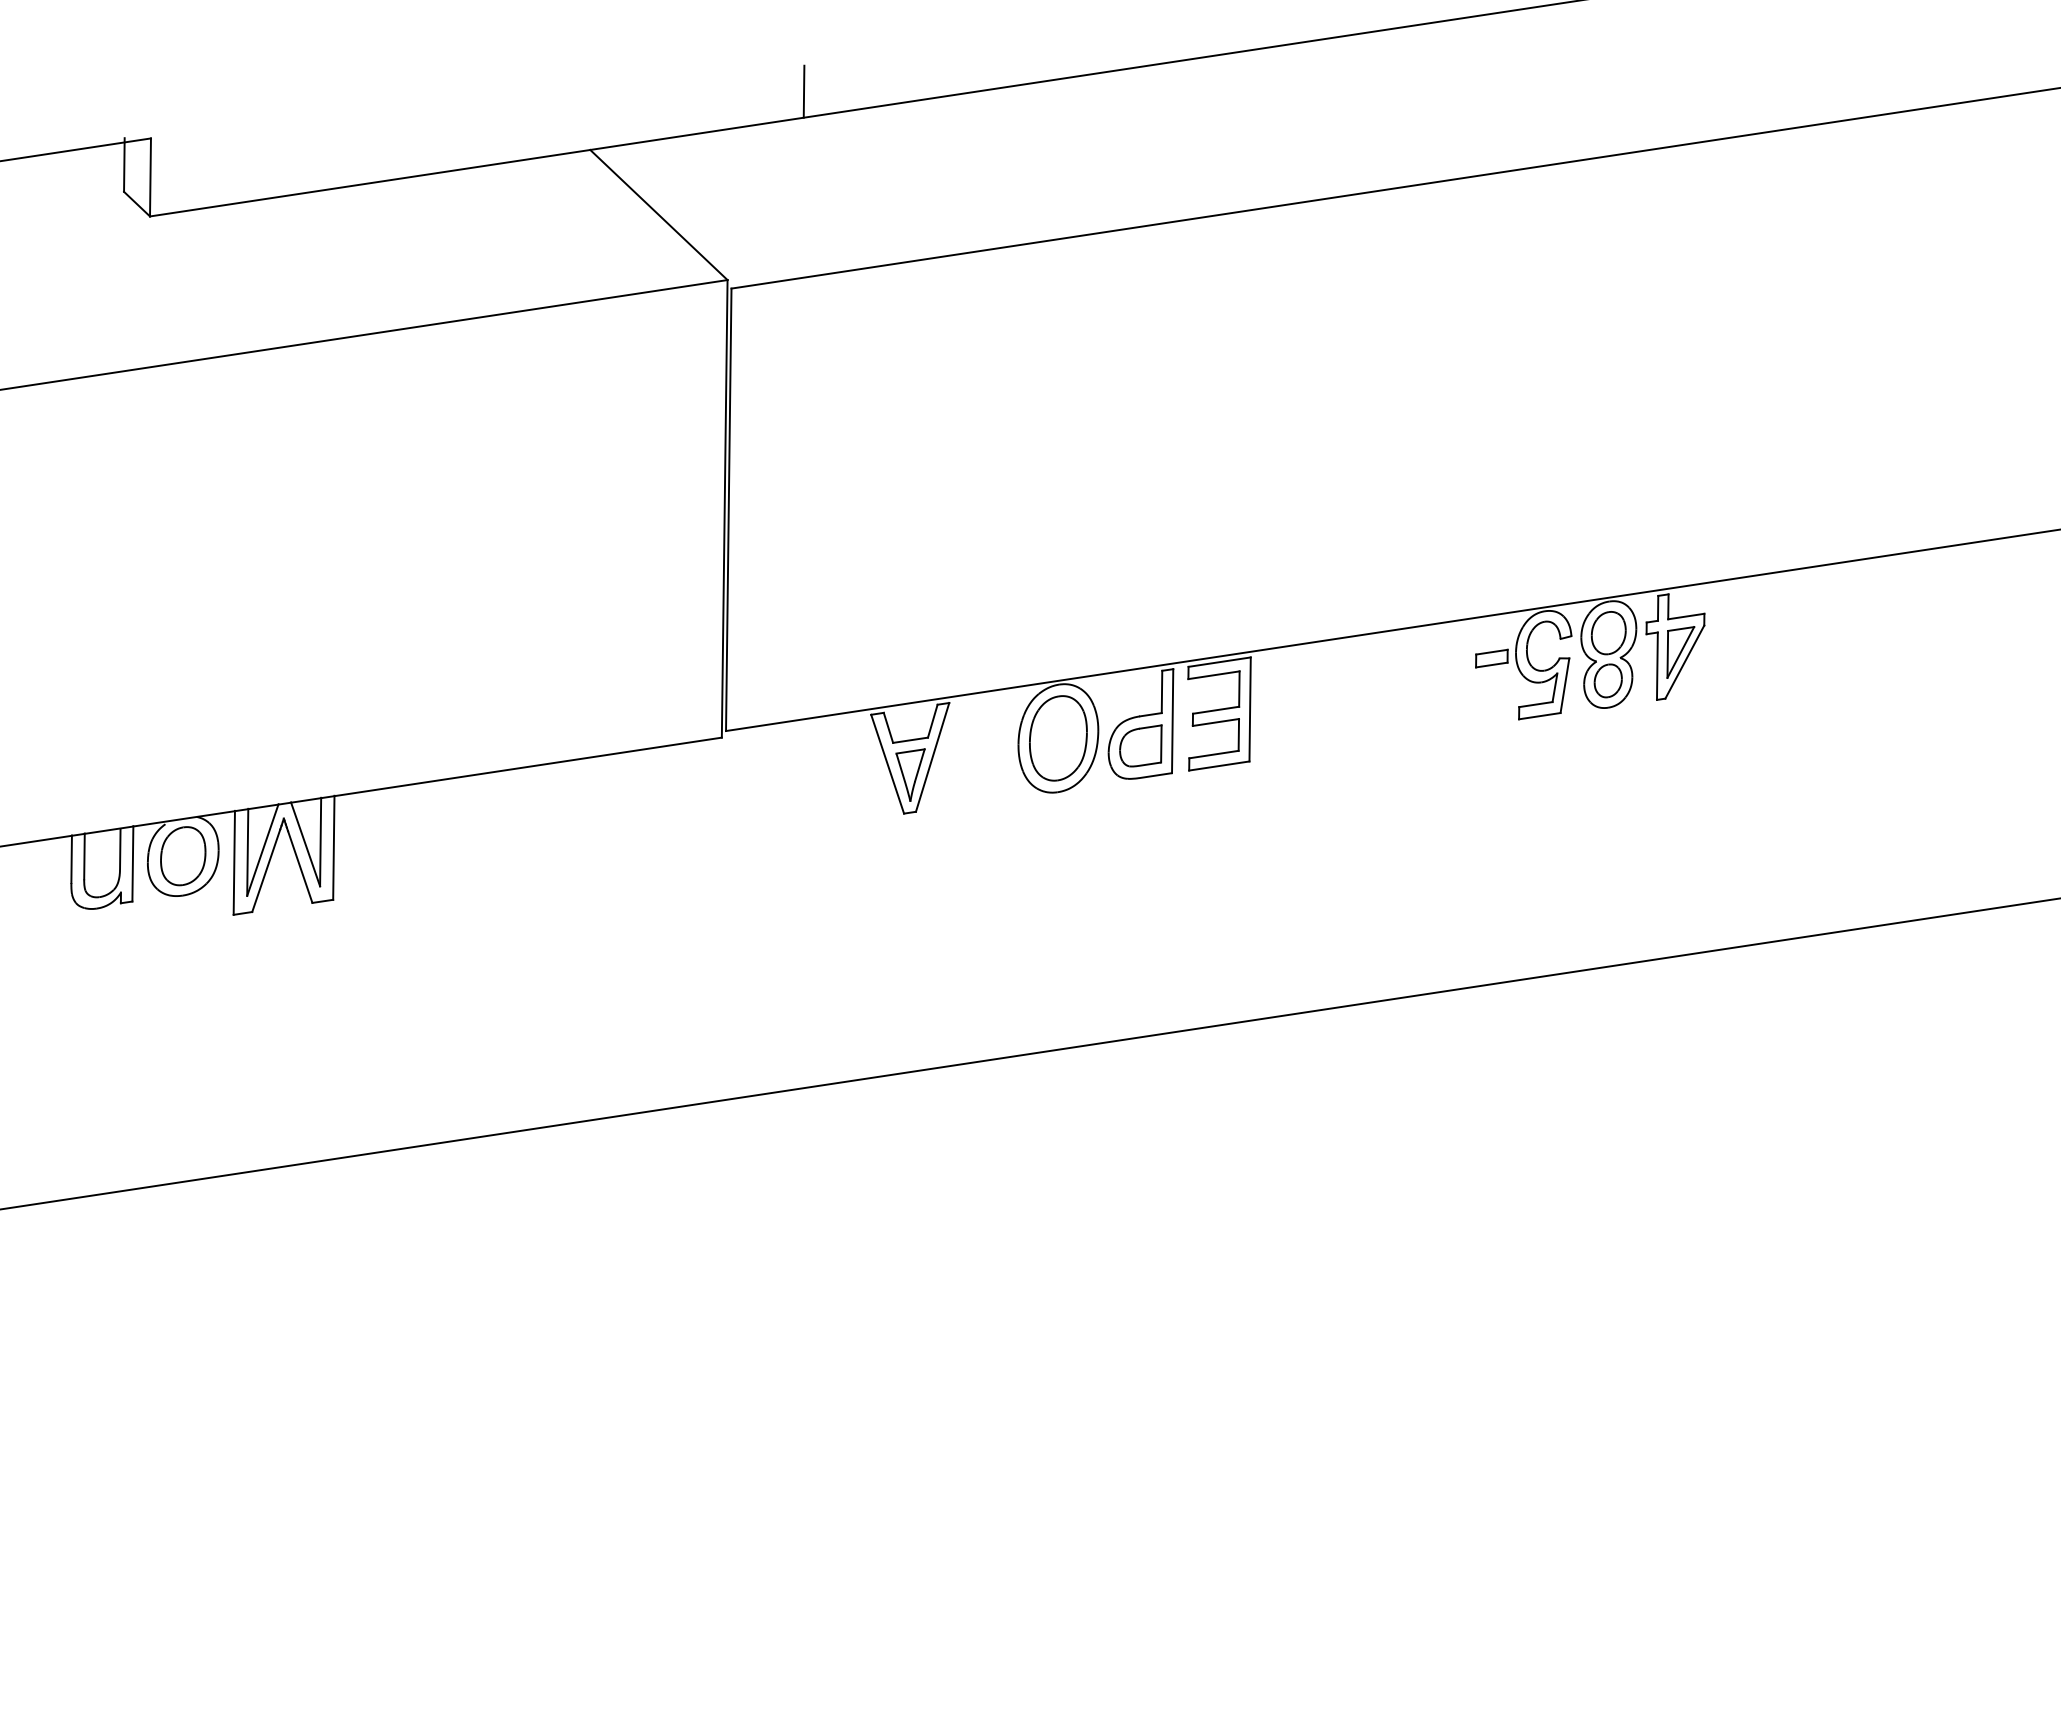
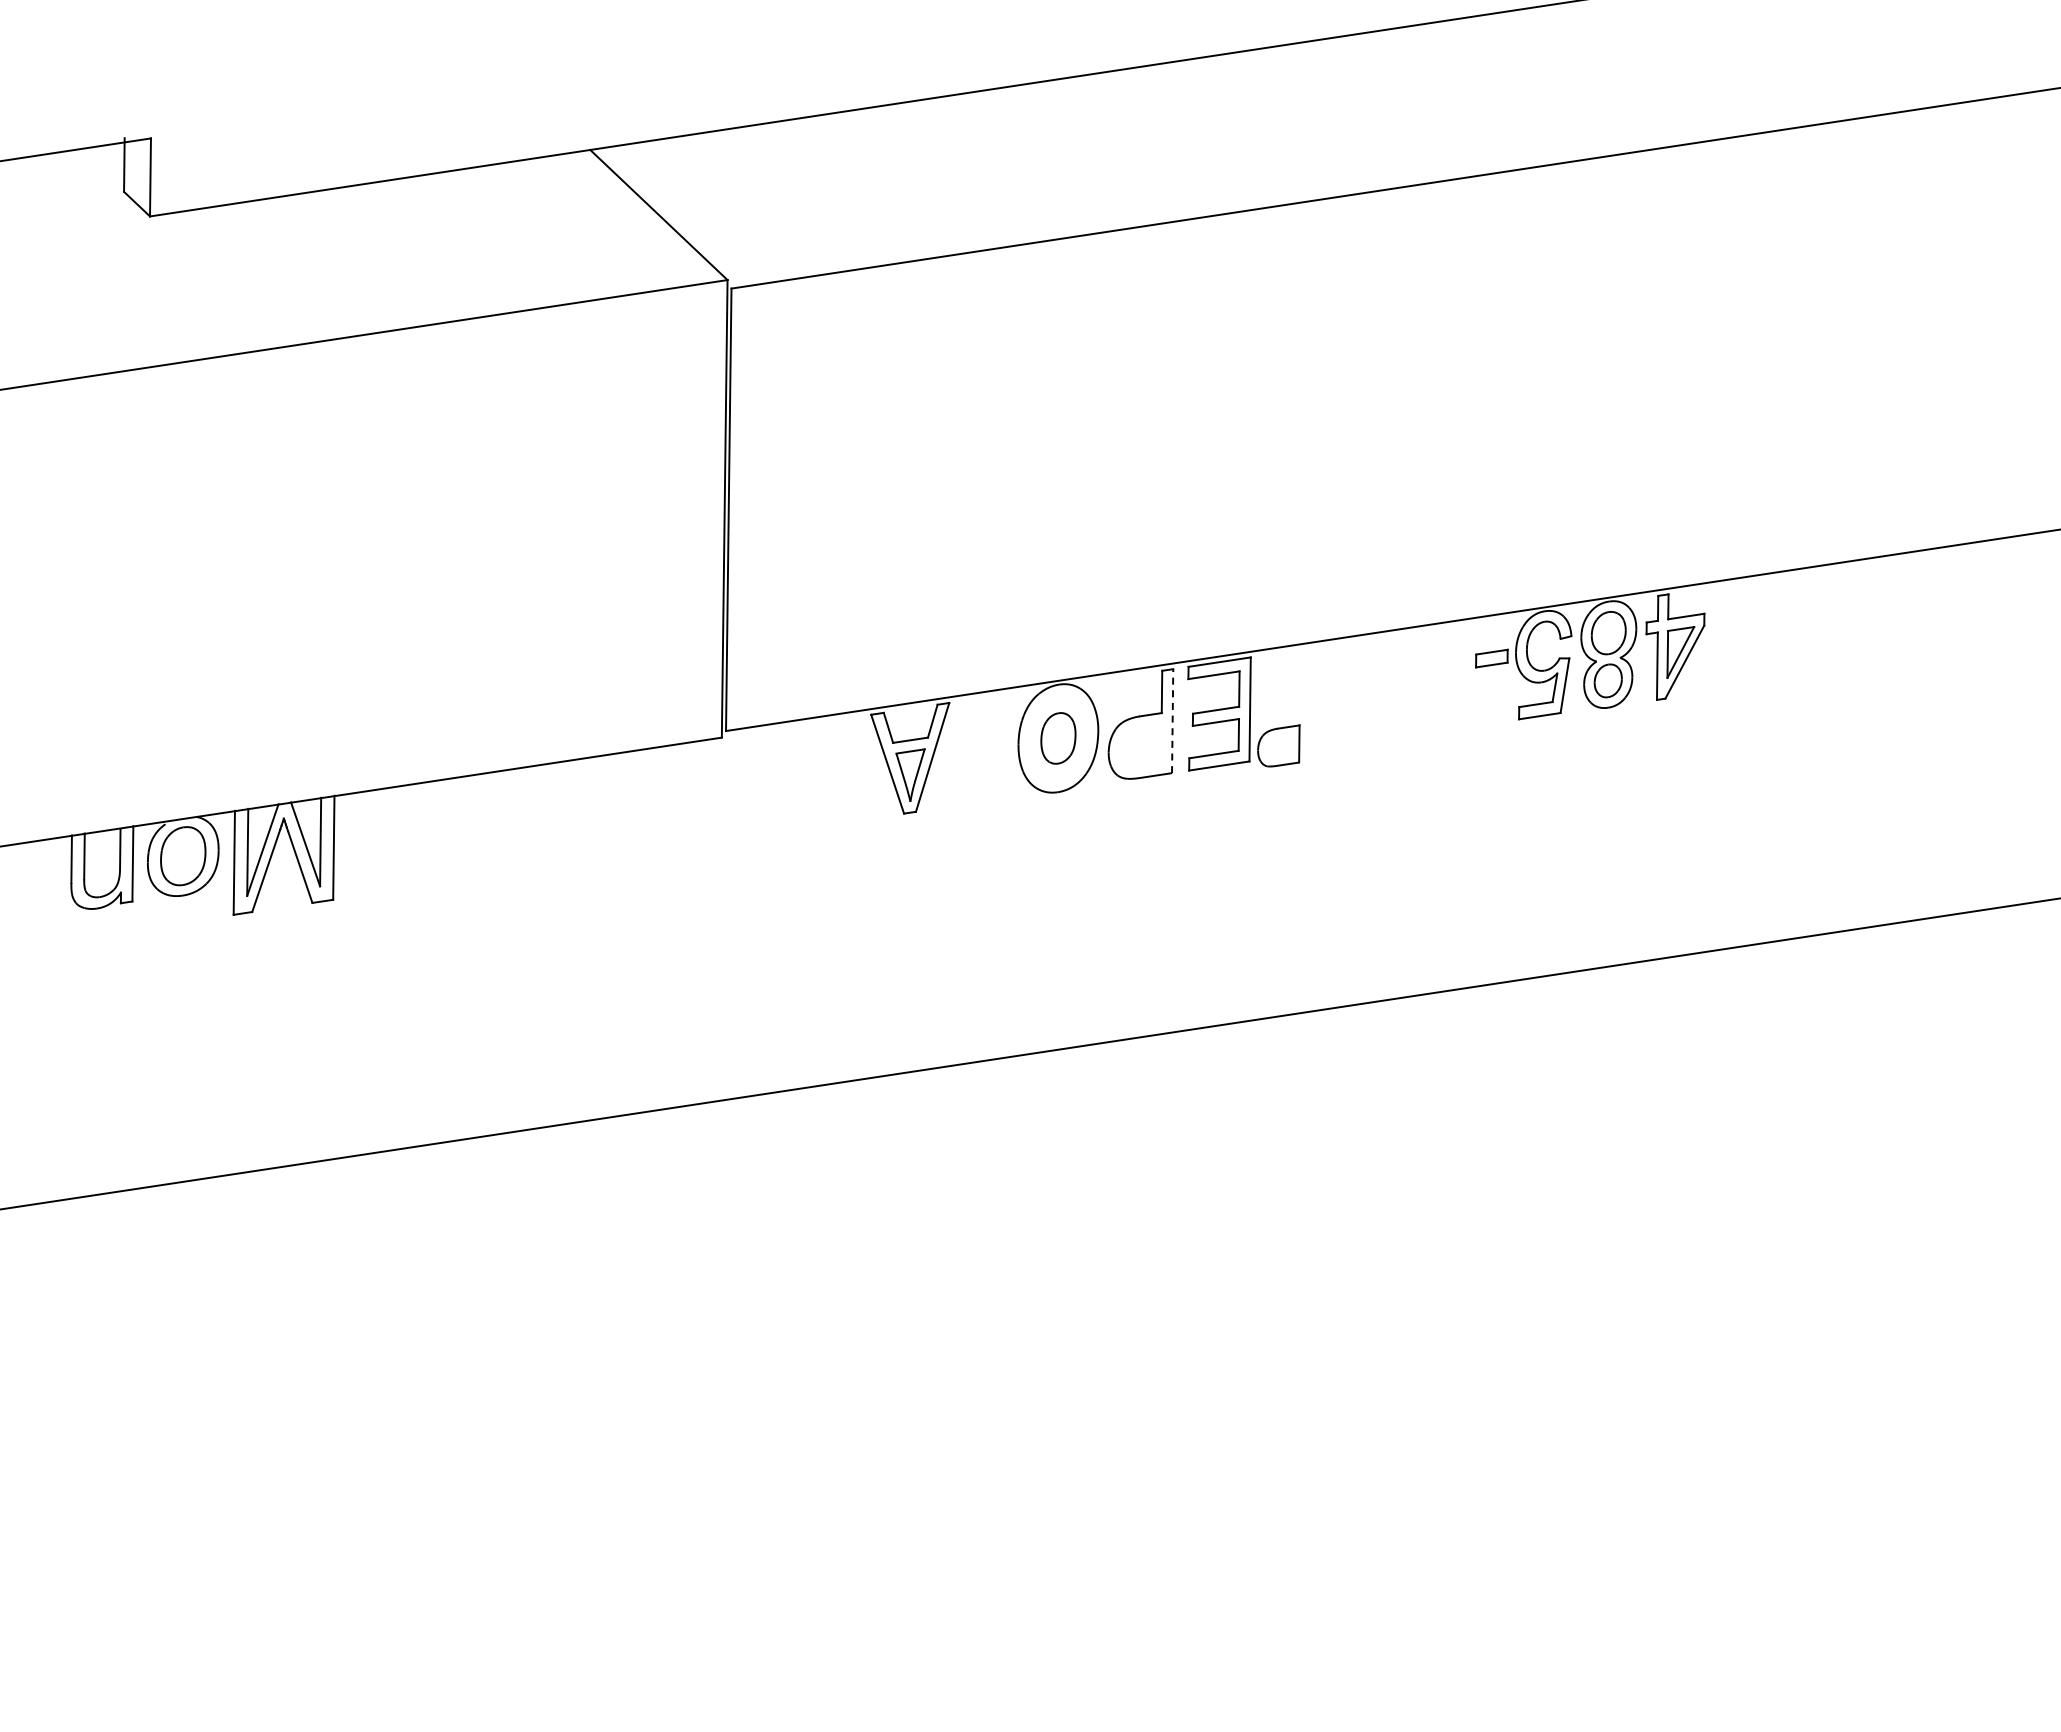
line at (803, 91): present -> none
line at (1172, 721): solid -> dashed
part at (1058, 738) size: 59x87 px -> 37x53 px
part at (1140, 745) position: (1140, 745) -> (1278, 745)
